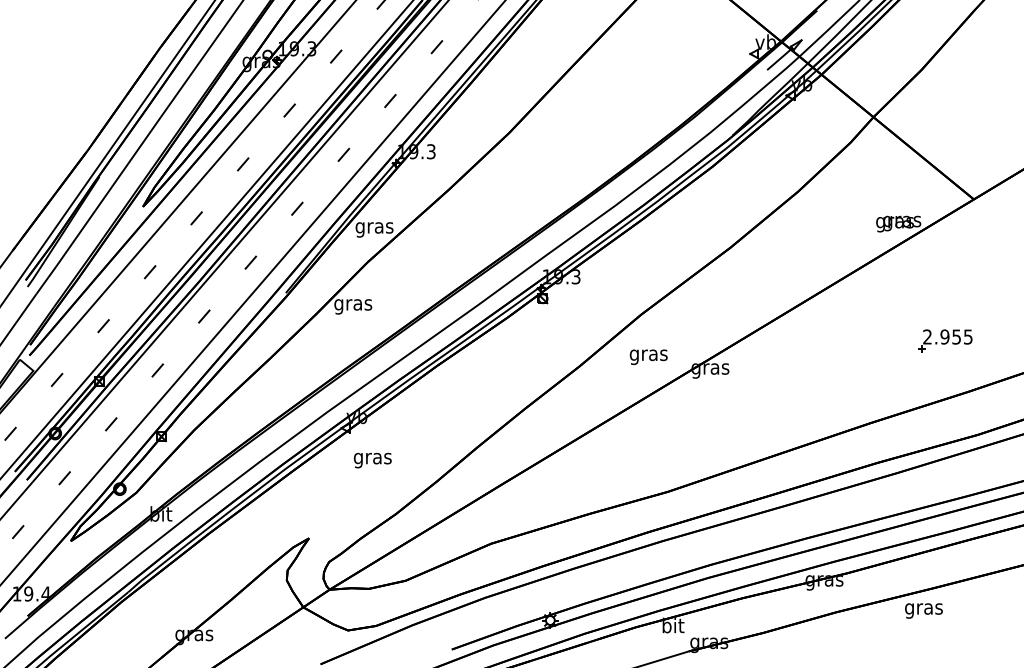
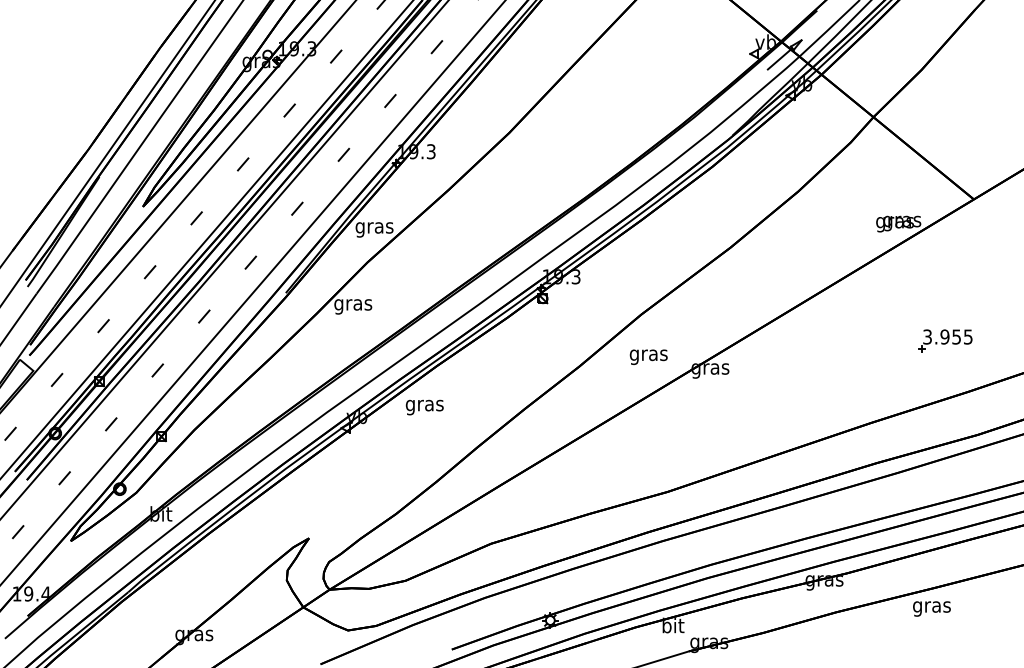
text at (927, 336): 2.955 -> 3.955
text at (372, 460) position: (372, 460) -> (424, 407)
text at (923, 610) position: (923, 610) -> (931, 608)
